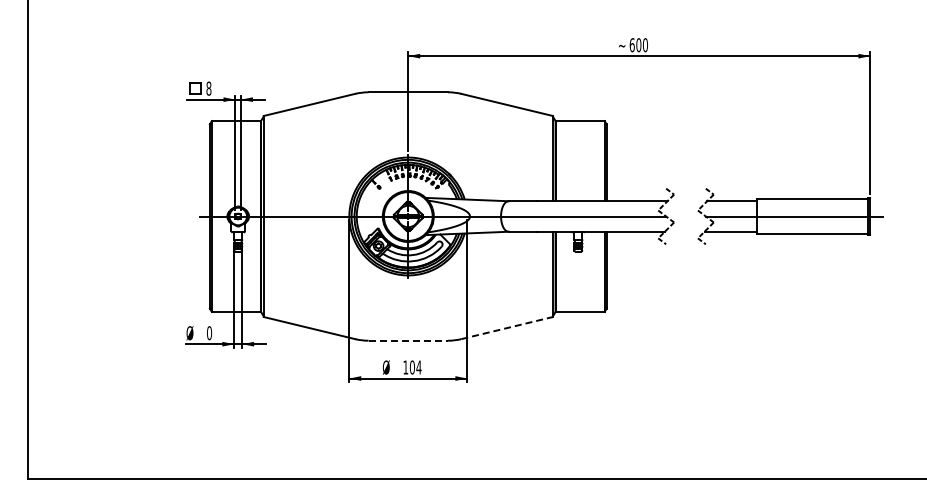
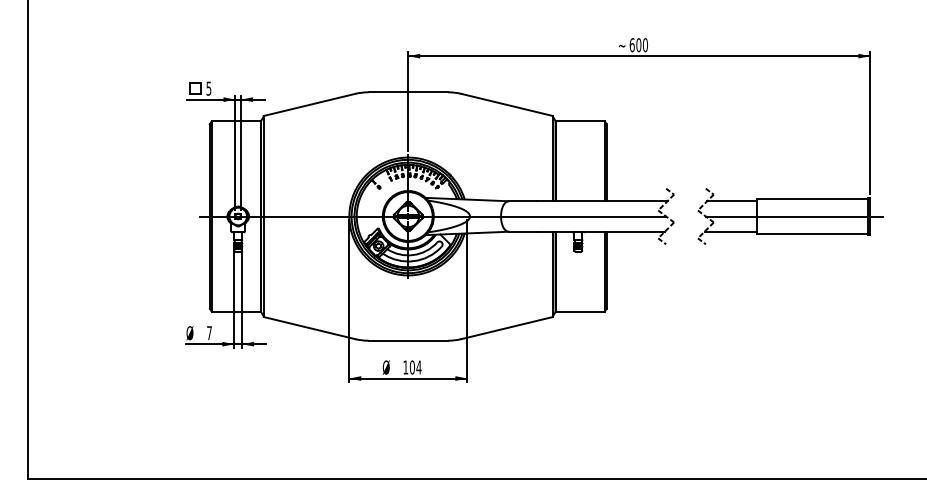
text at (208, 88): 8 -> 5
line at (507, 327): dashed -> solid
text at (209, 333): 0 -> 7
line at (408, 340): dashed -> solid
